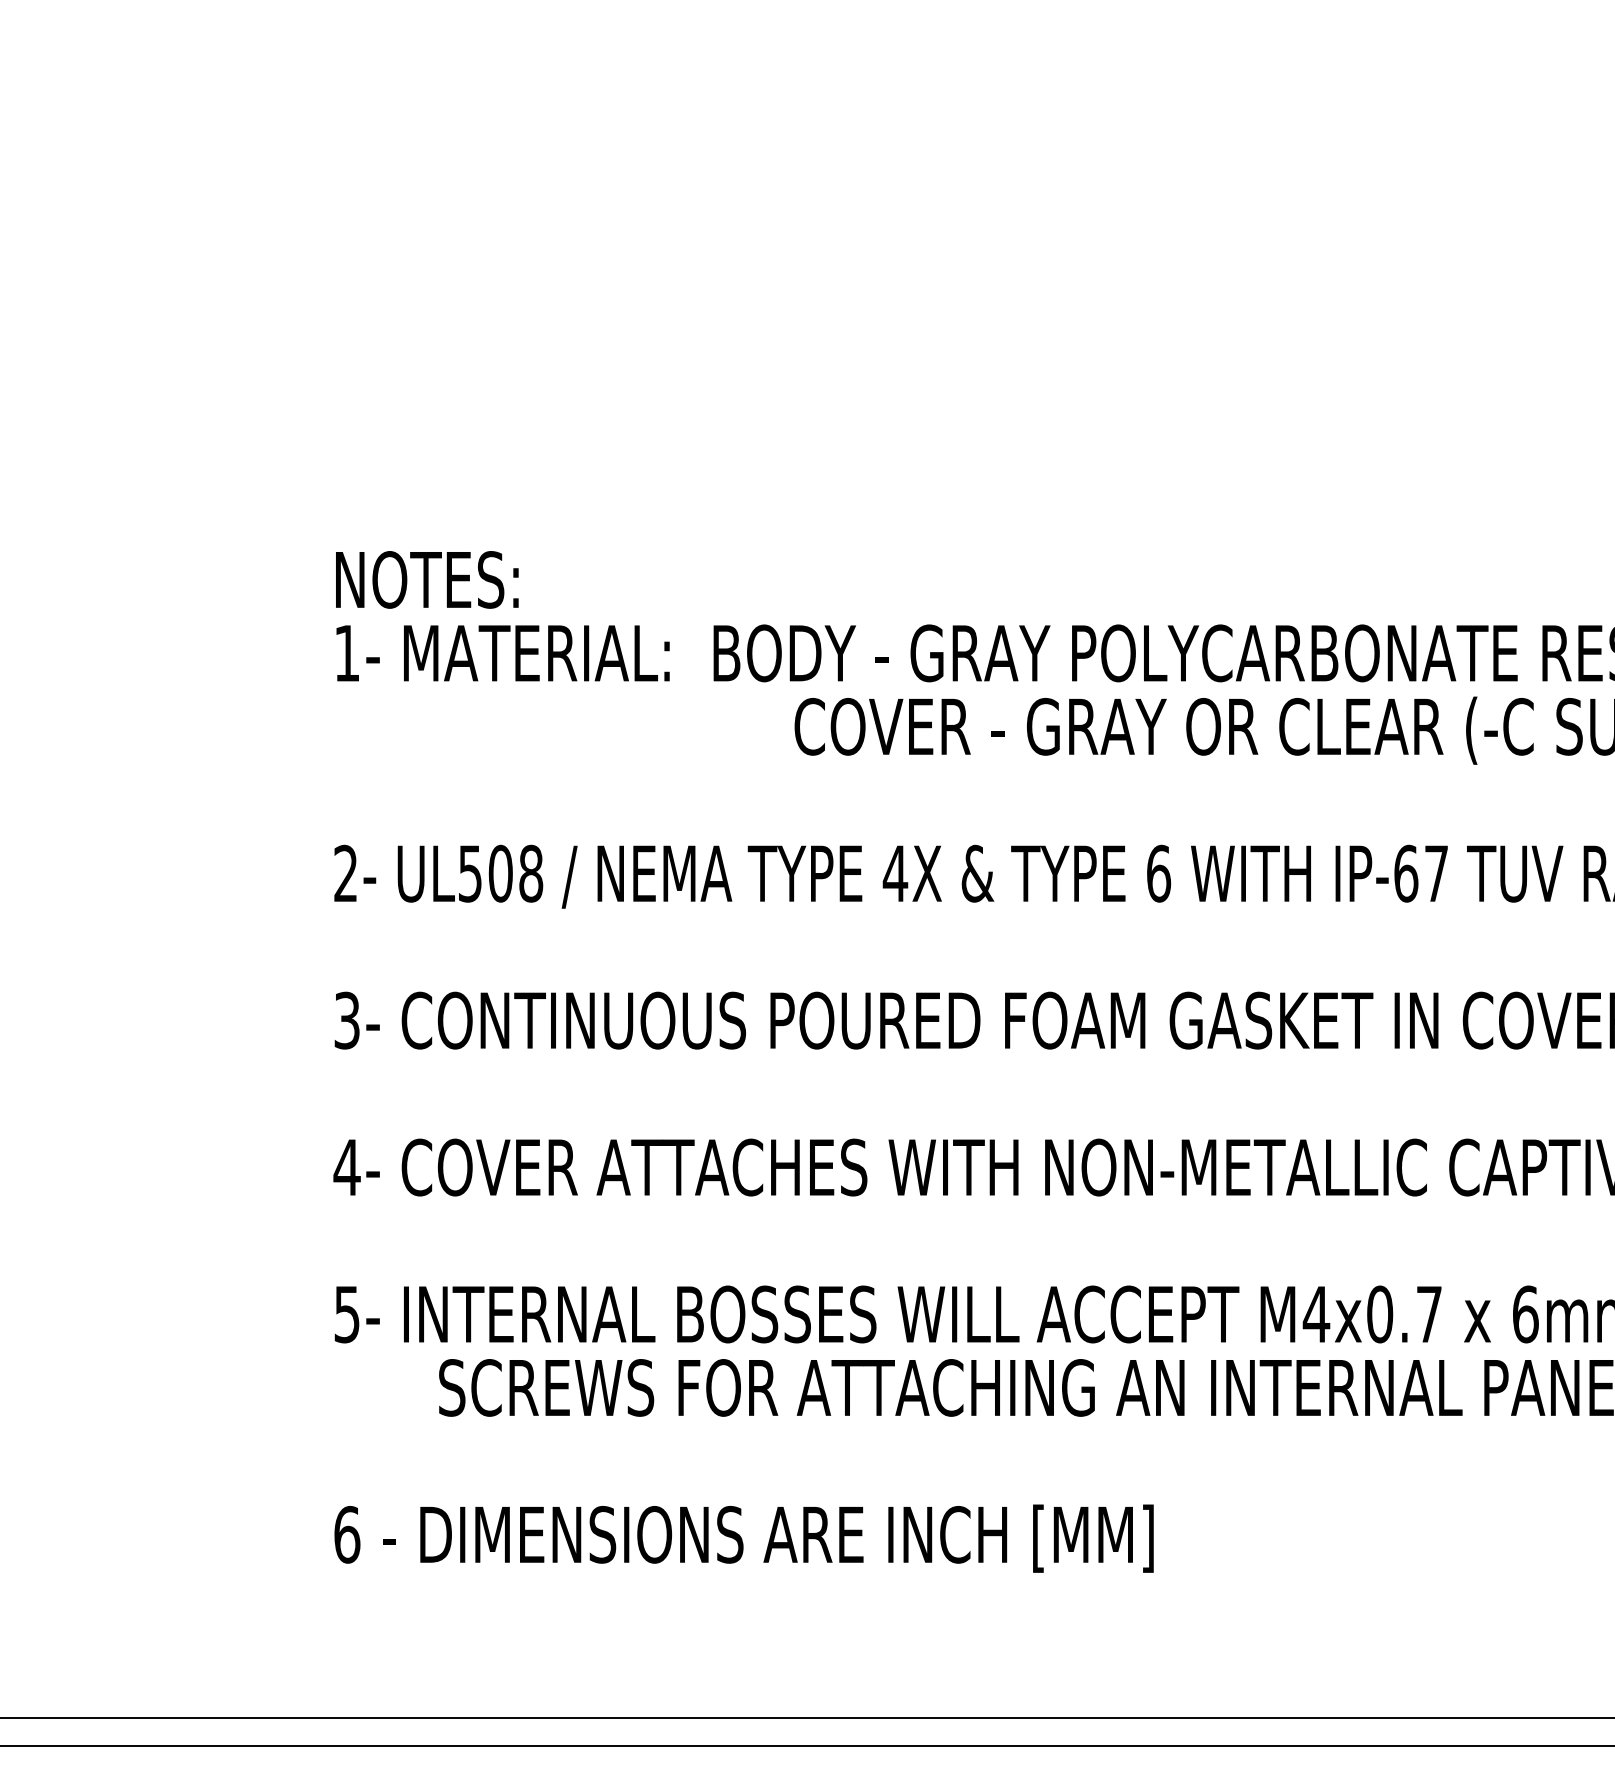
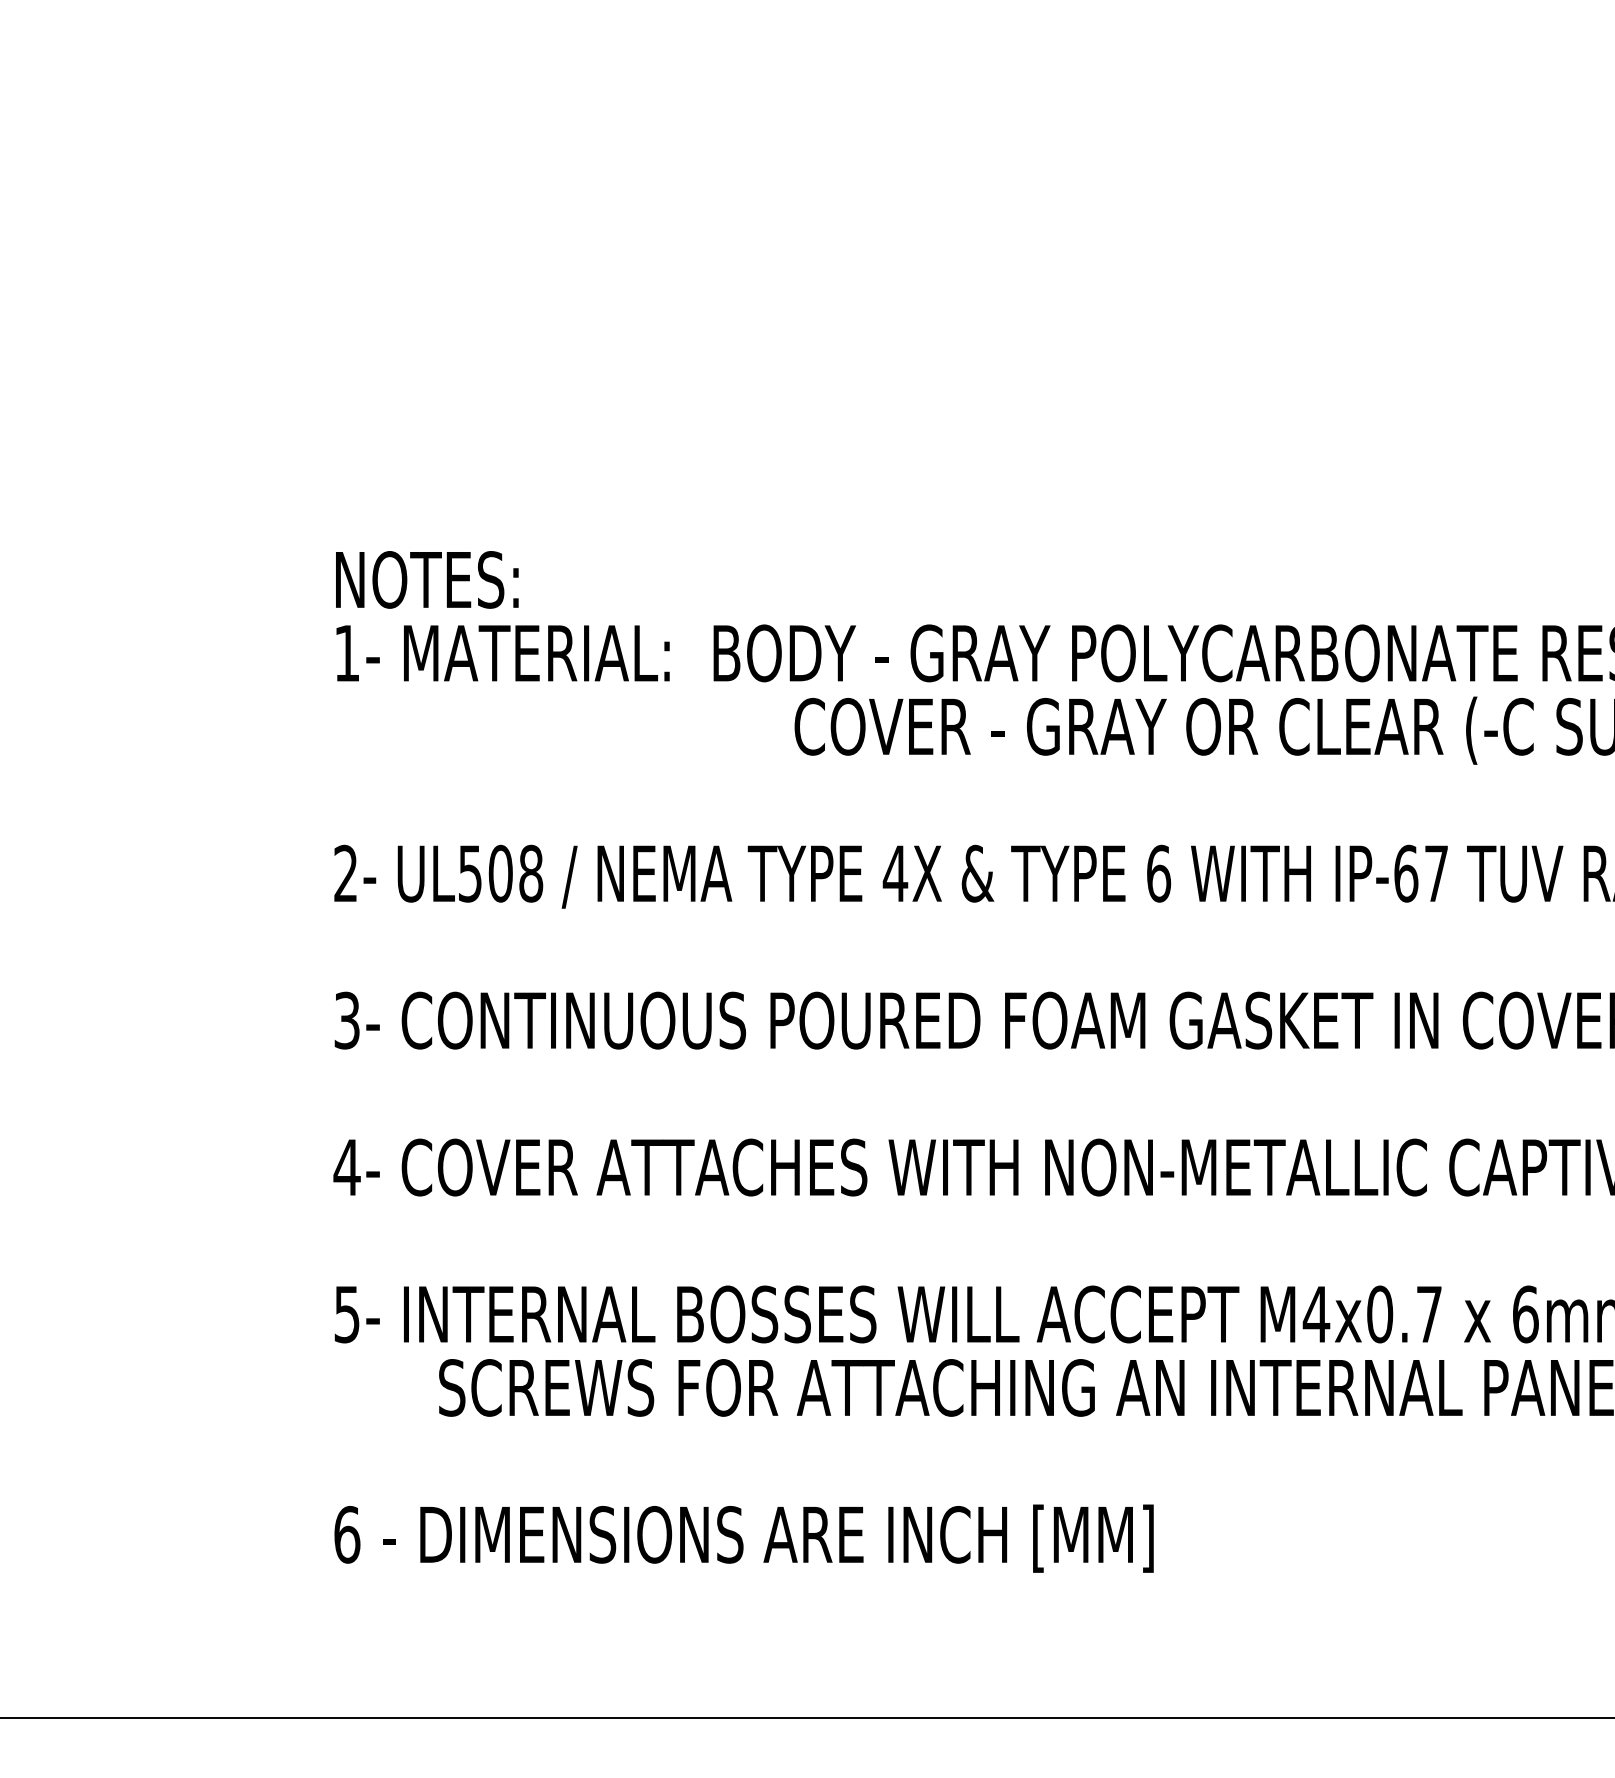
line at (806, 1745): present -> none
